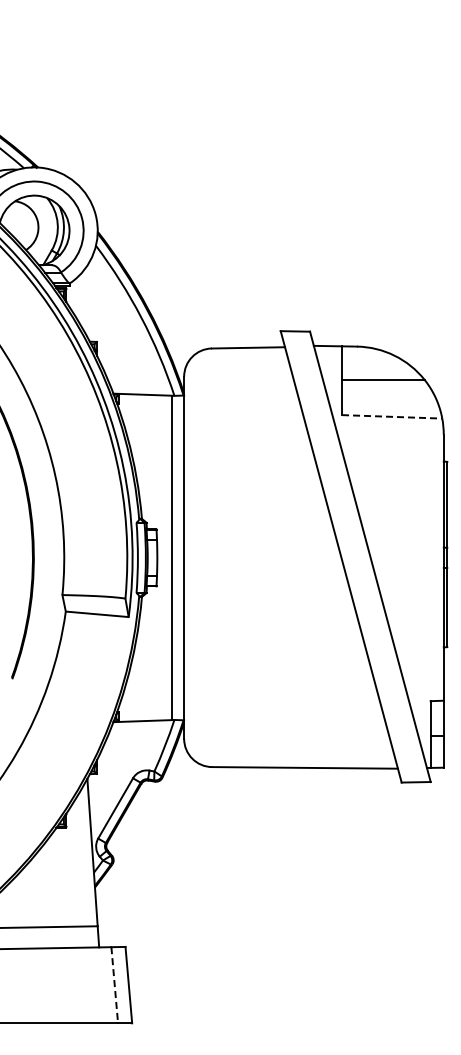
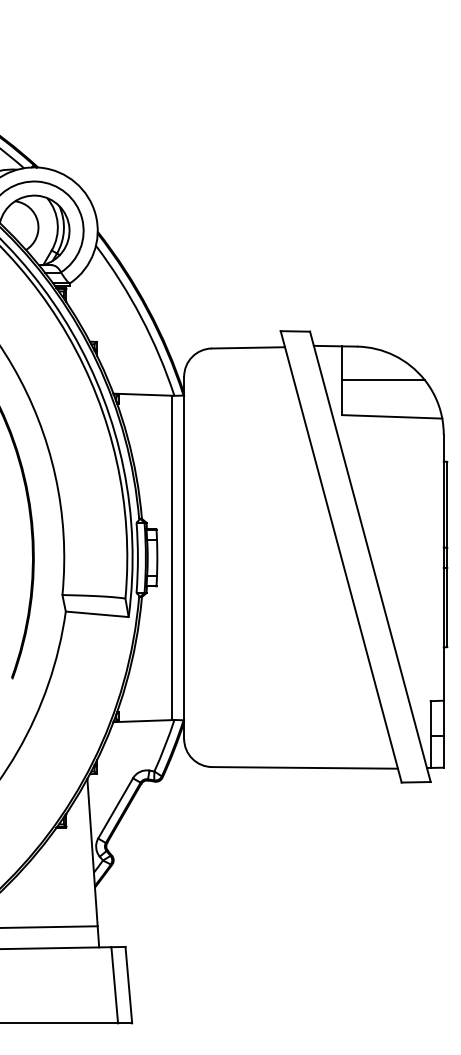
line at (392, 416): dashed -> solid
line at (114, 985): dashed -> solid
